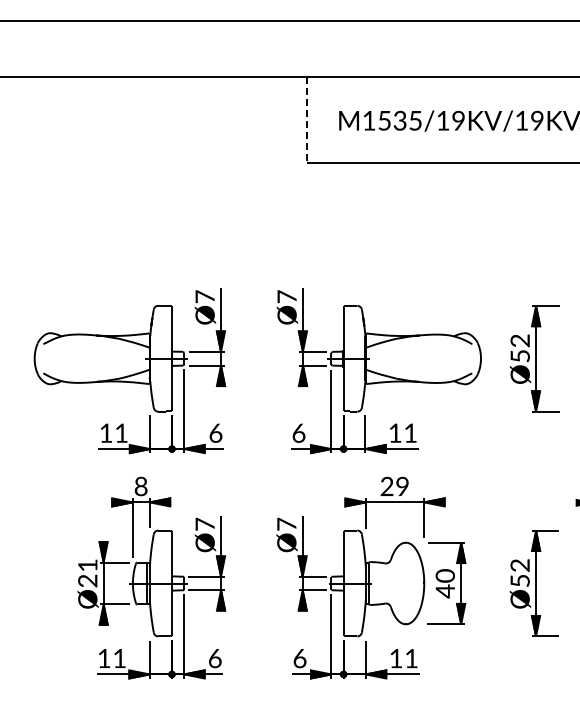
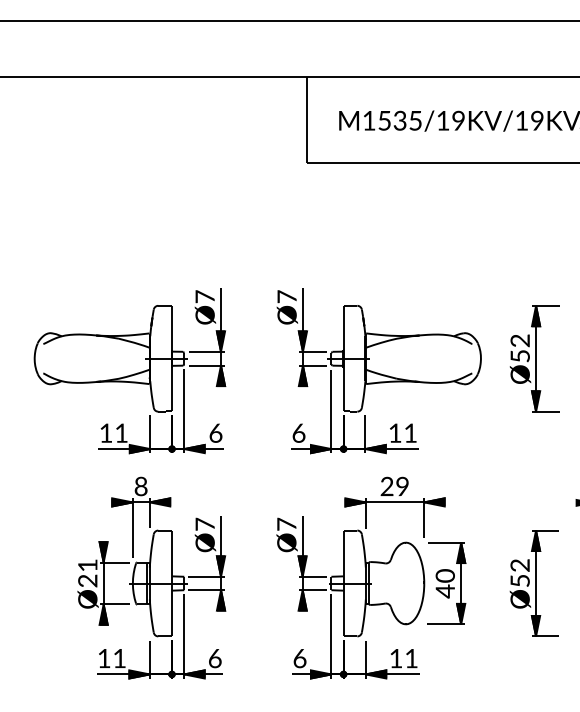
line at (306, 119): dashed -> solid
